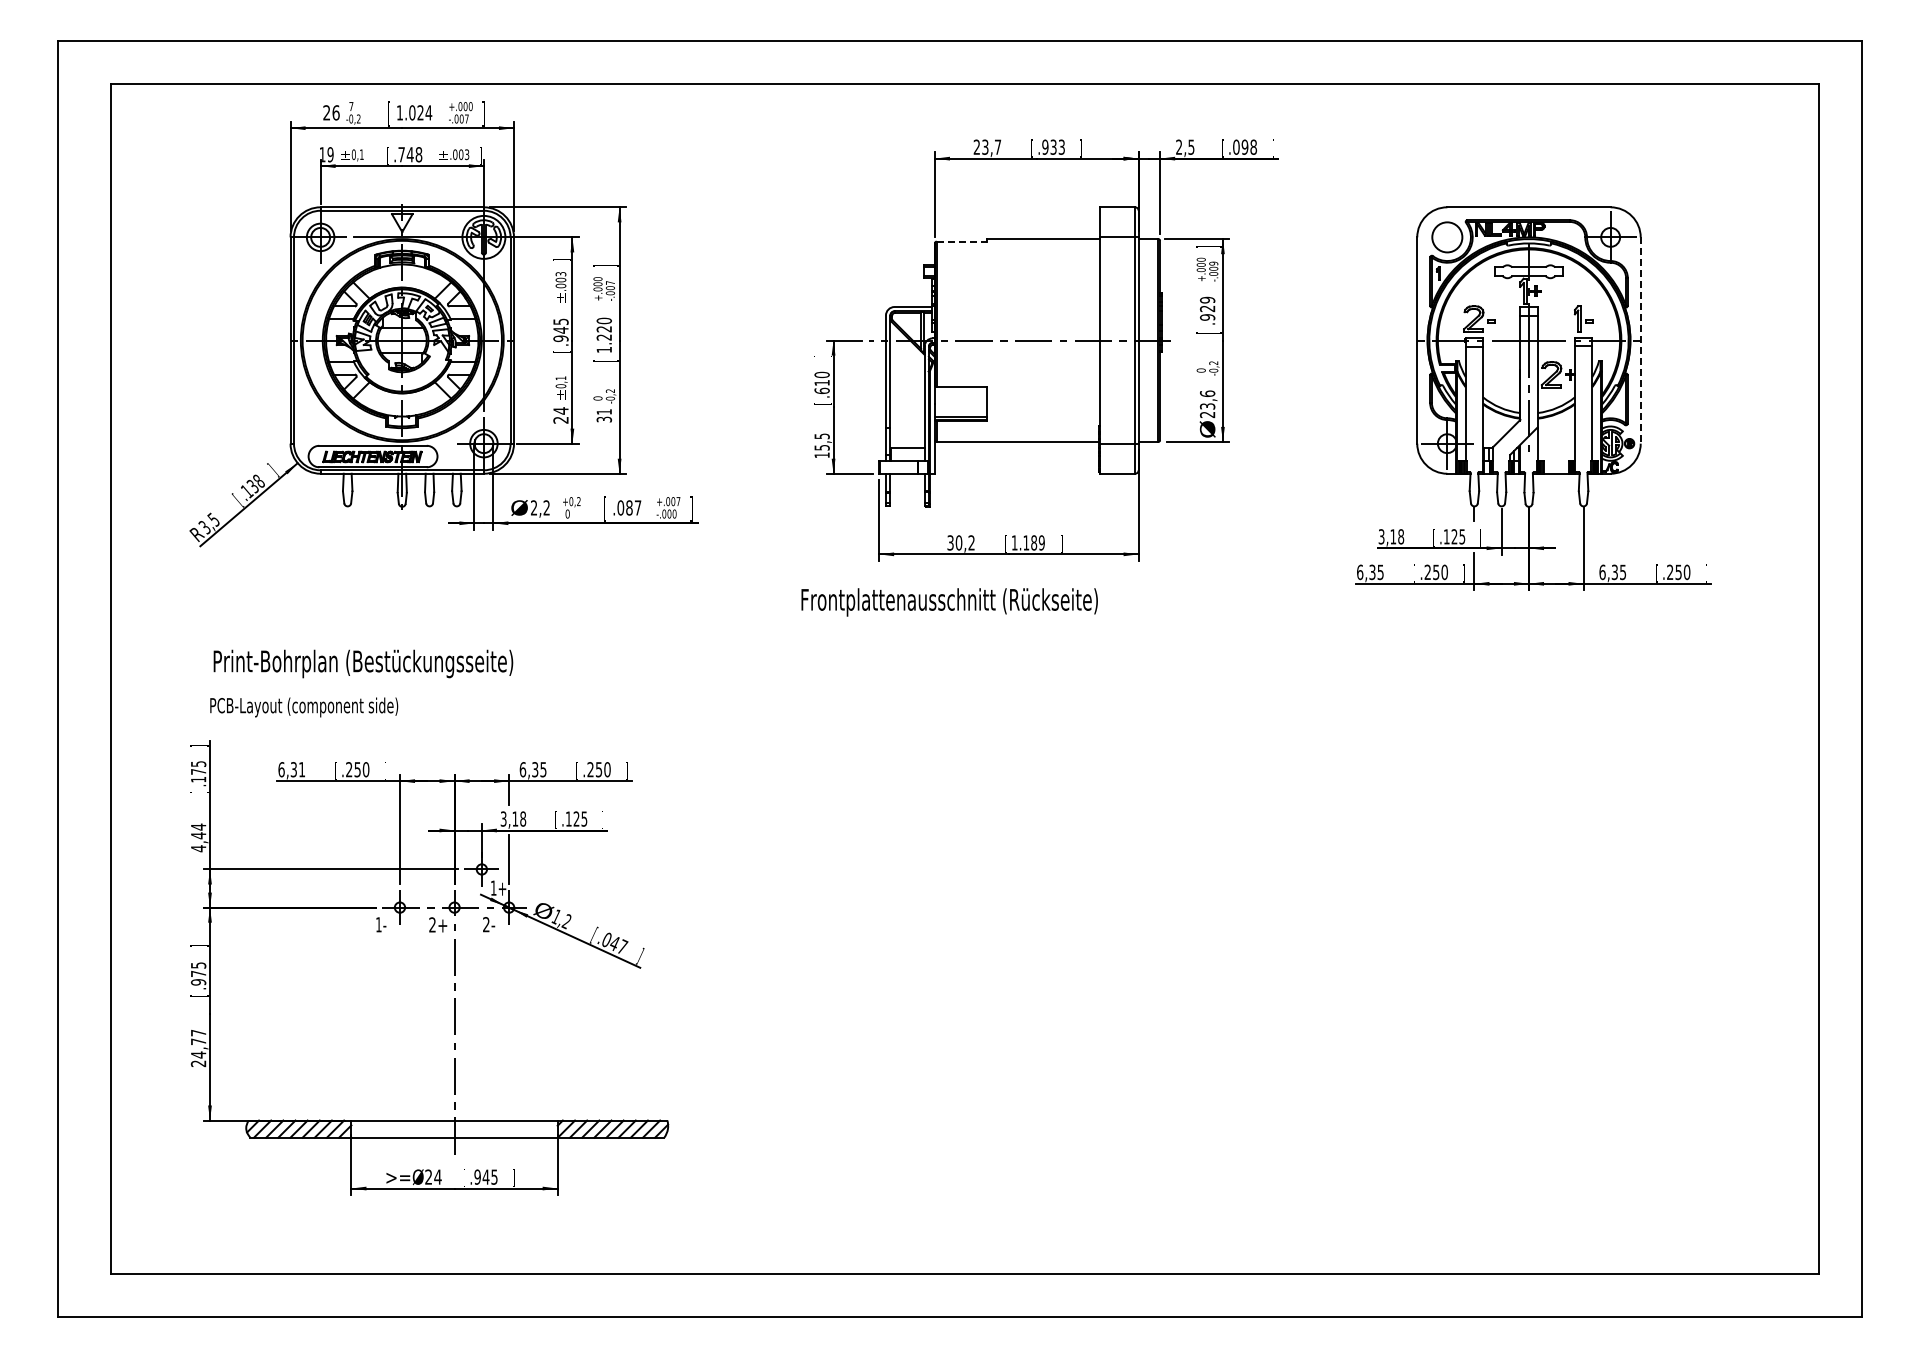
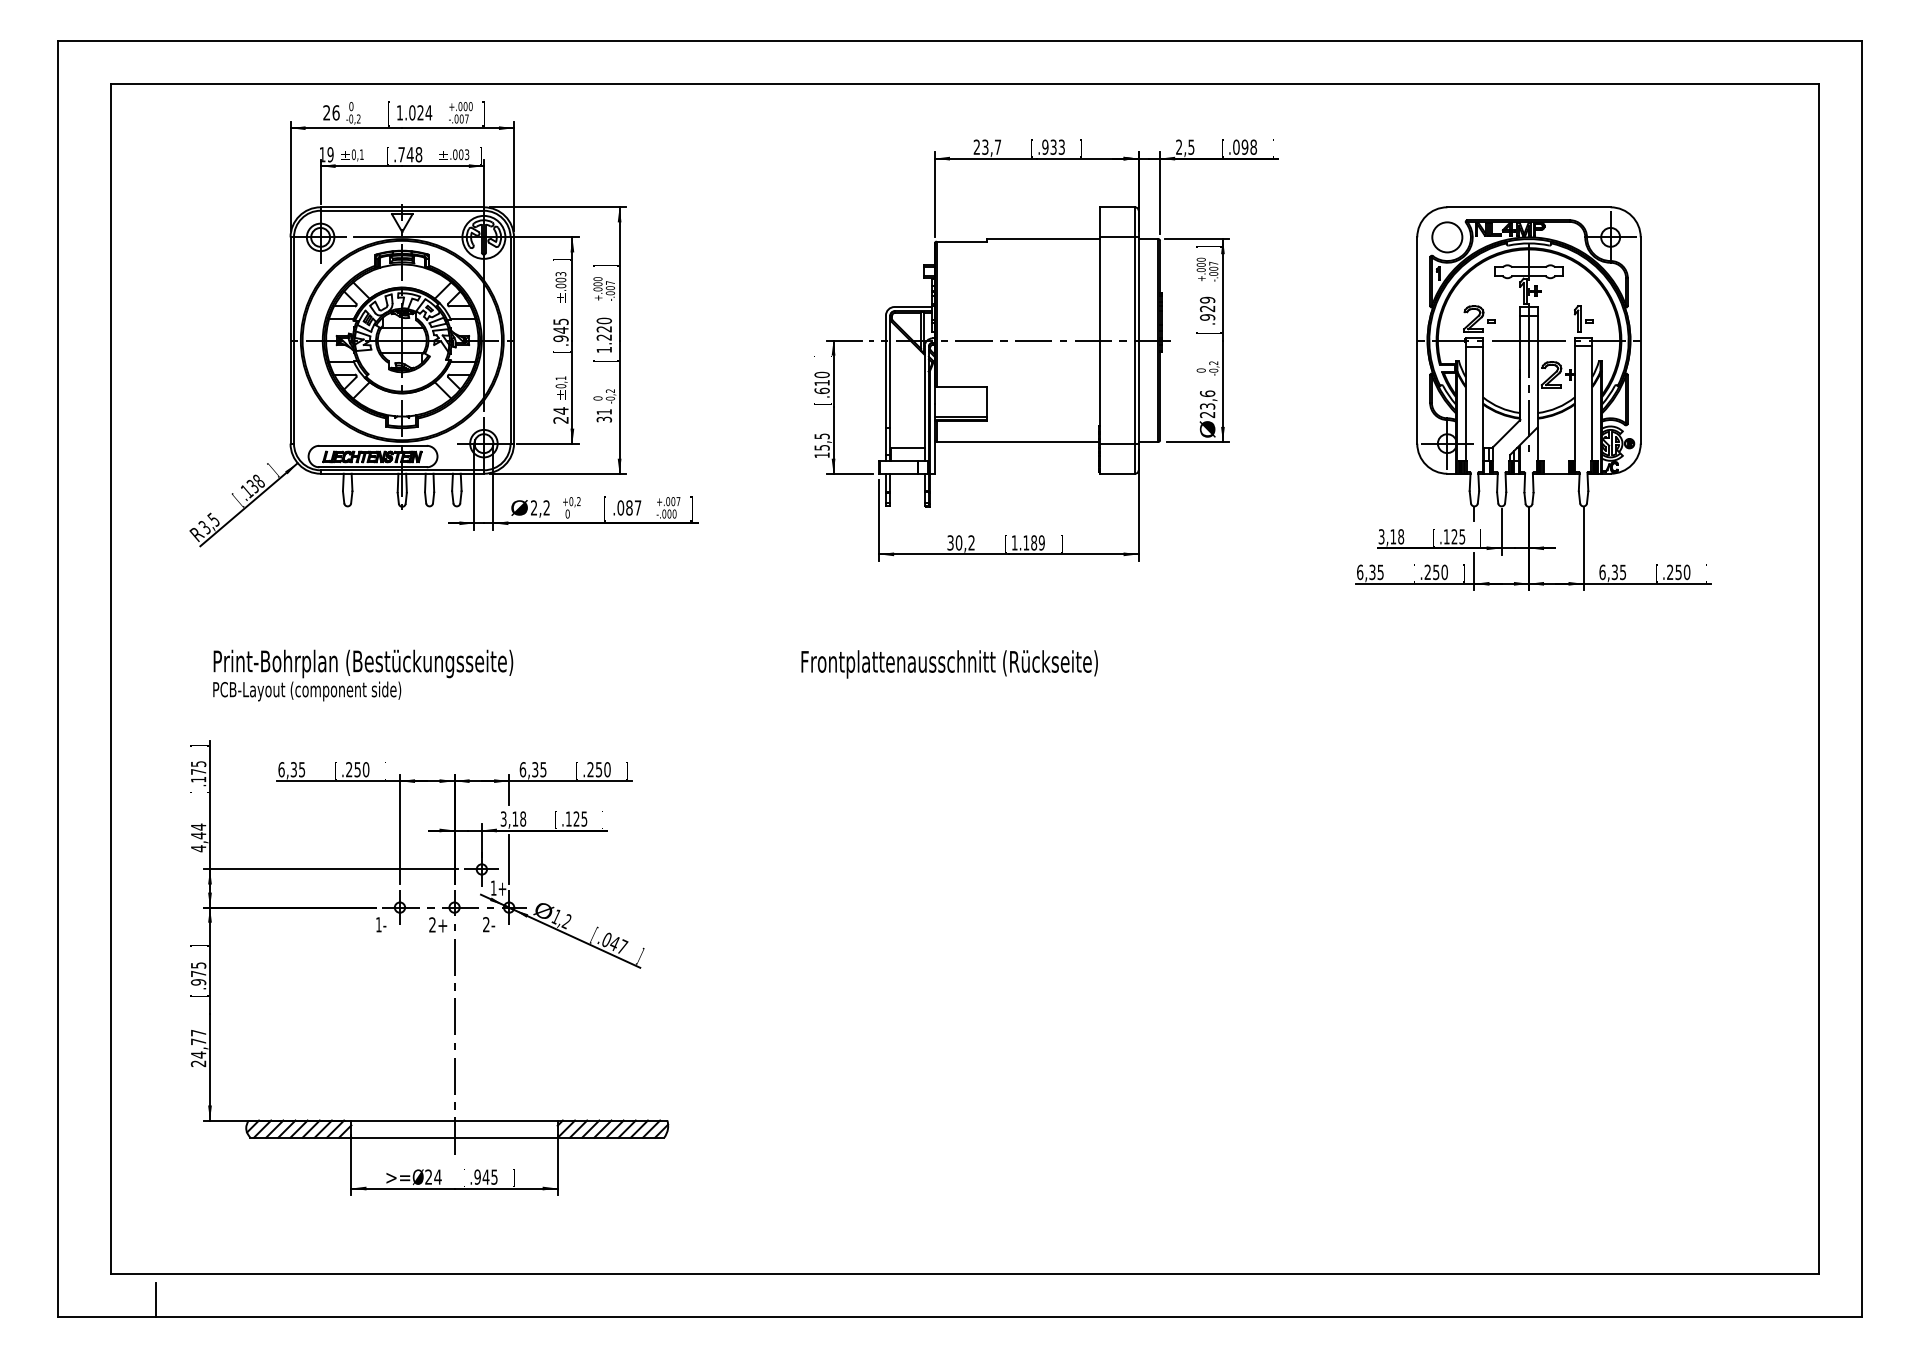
text at (351, 106): 7 -> 0
line at (961, 241): dashed -> solid
text at (1213, 263): -.009 -> -.007
line at (1640, 341): dashed -> solid
text at (949, 602) position: (949, 602) -> (949, 664)
text at (304, 707) position: (304, 707) -> (307, 691)
text at (302, 769): 6,31 -> 6,35
line at (156, 1299): none -> present
